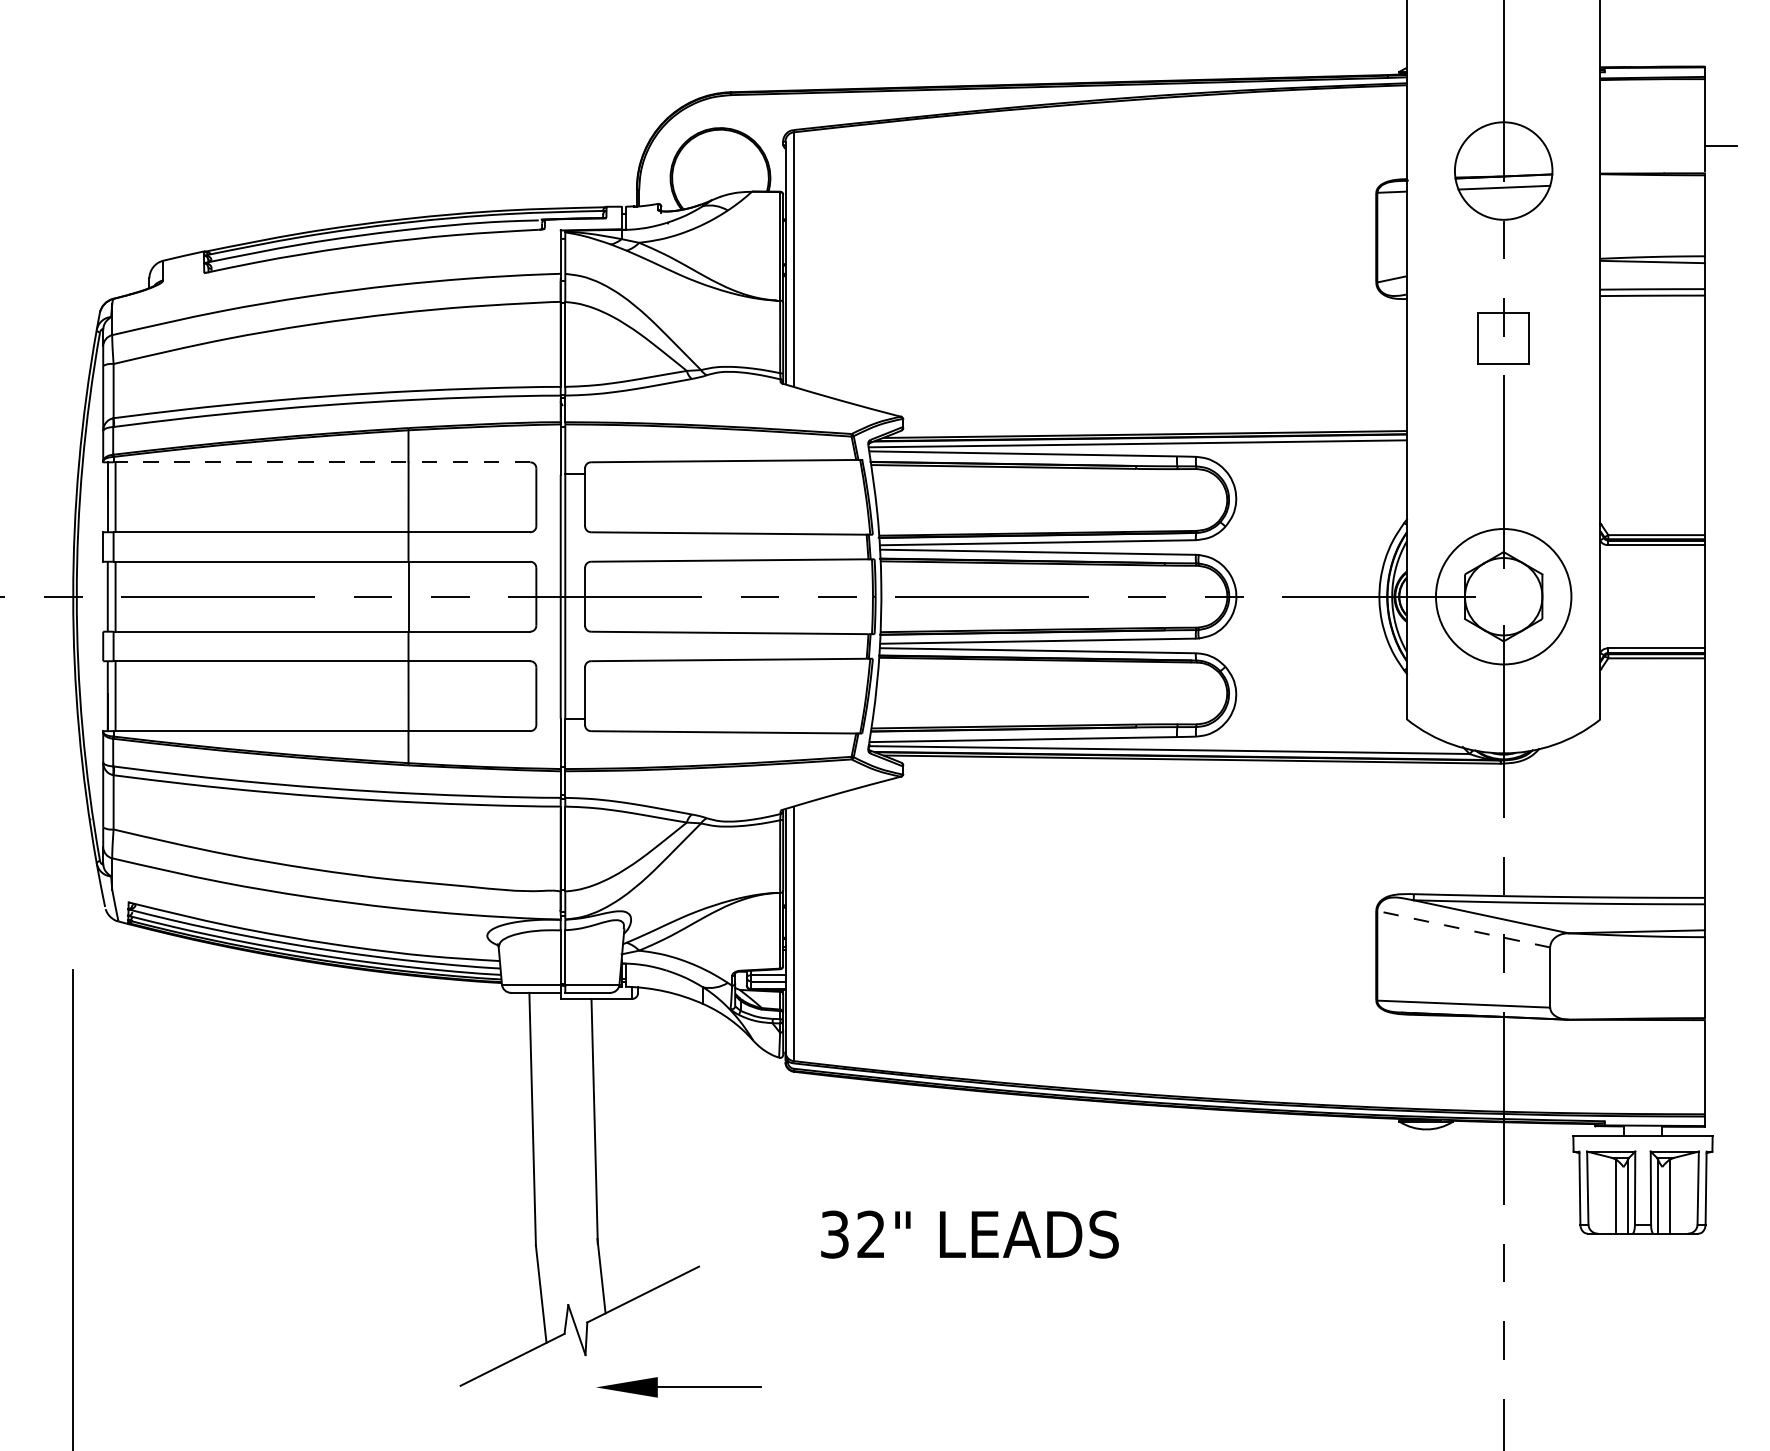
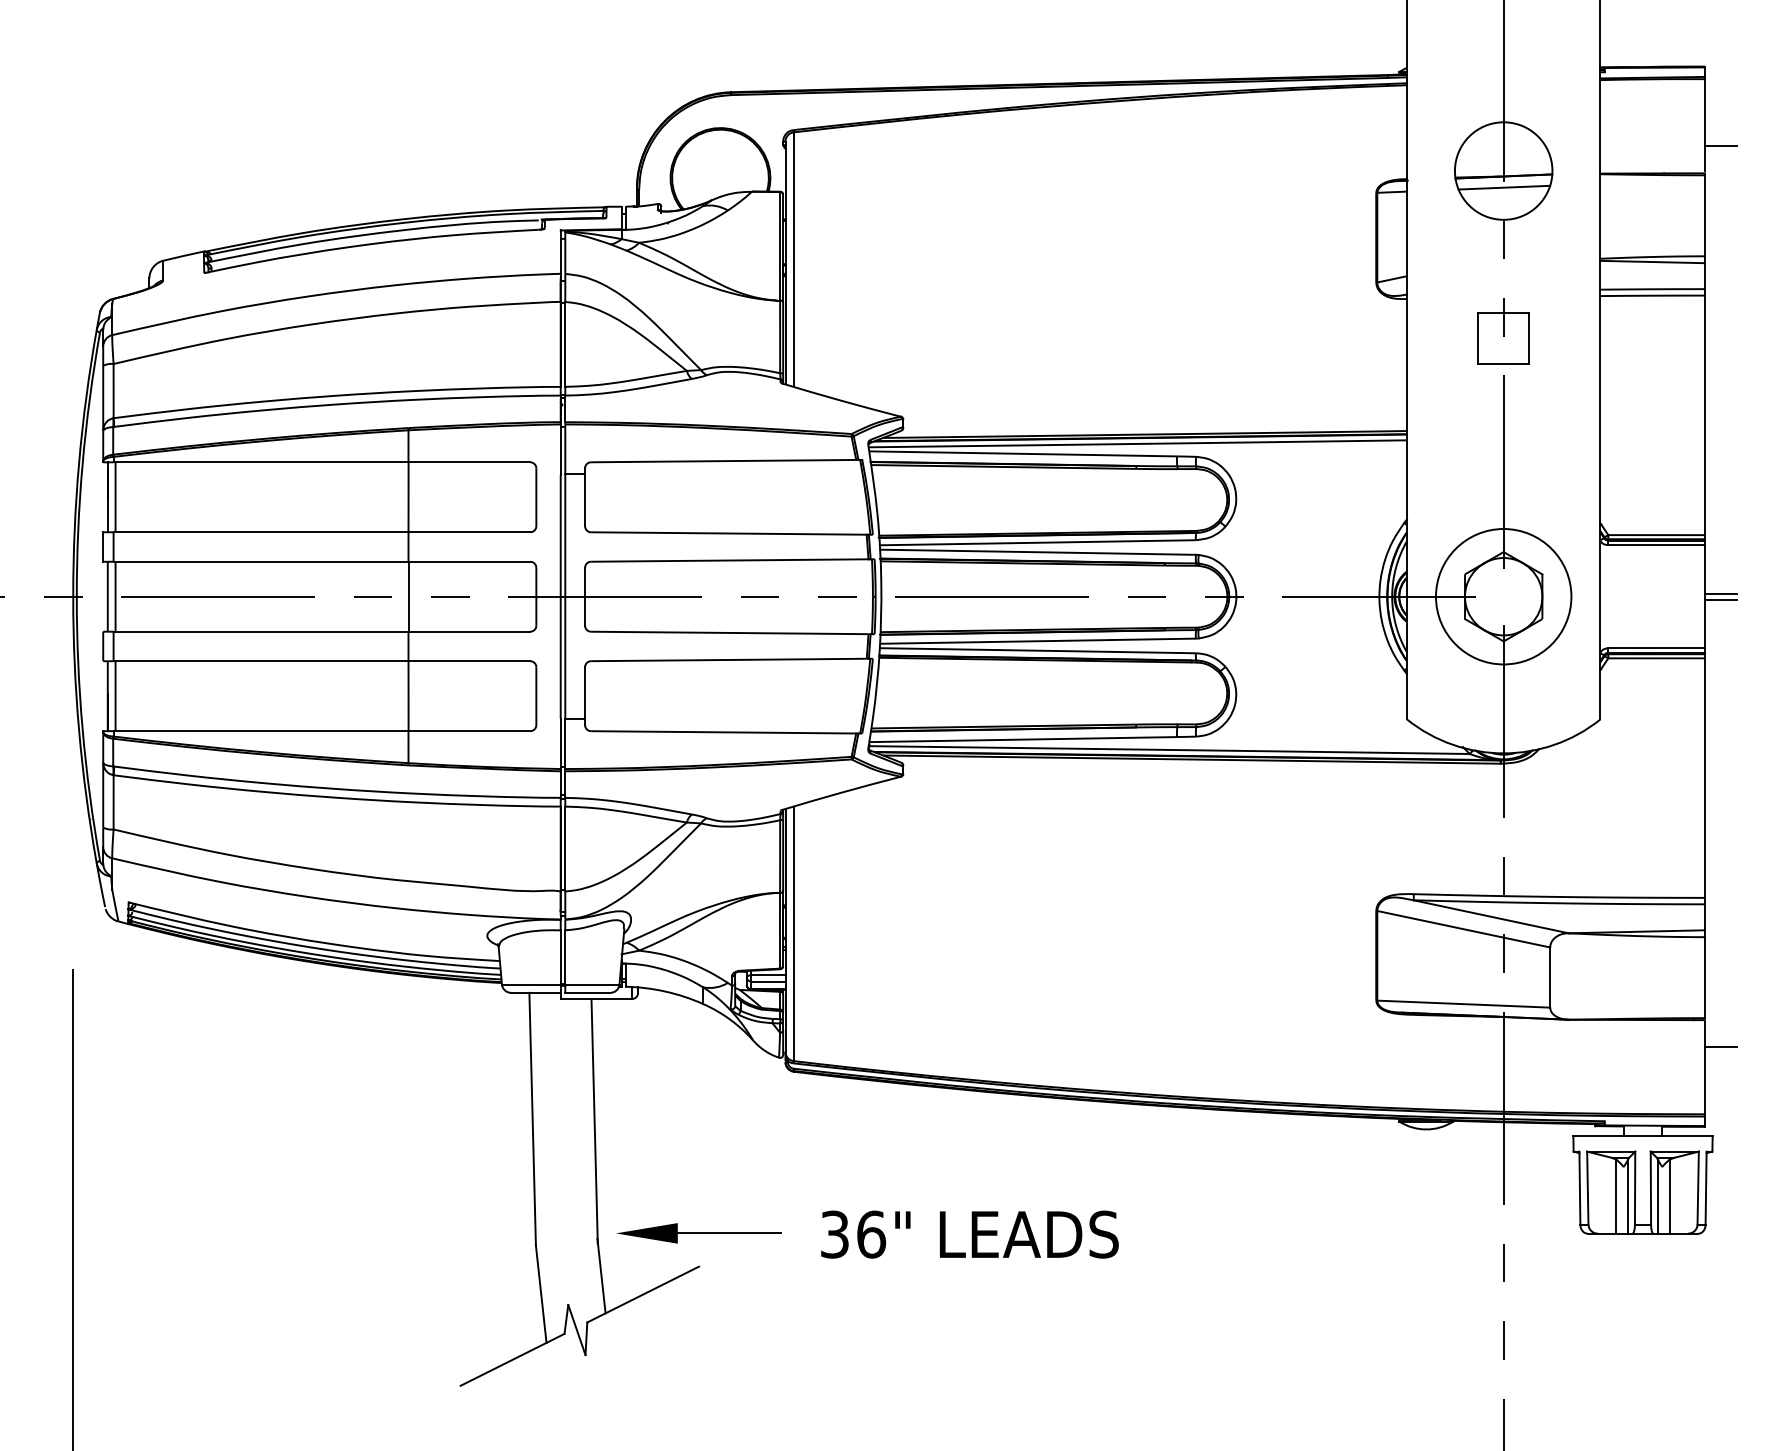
line at (321, 462): dashed -> solid
line at (1720, 593): none -> present
line at (1720, 599): none -> present
line at (1463, 929): dashed -> solid
line at (1720, 1047): none -> present
text at (871, 1234): 32" -> 36"
part at (678, 1387) position: (678, 1387) -> (698, 1233)
